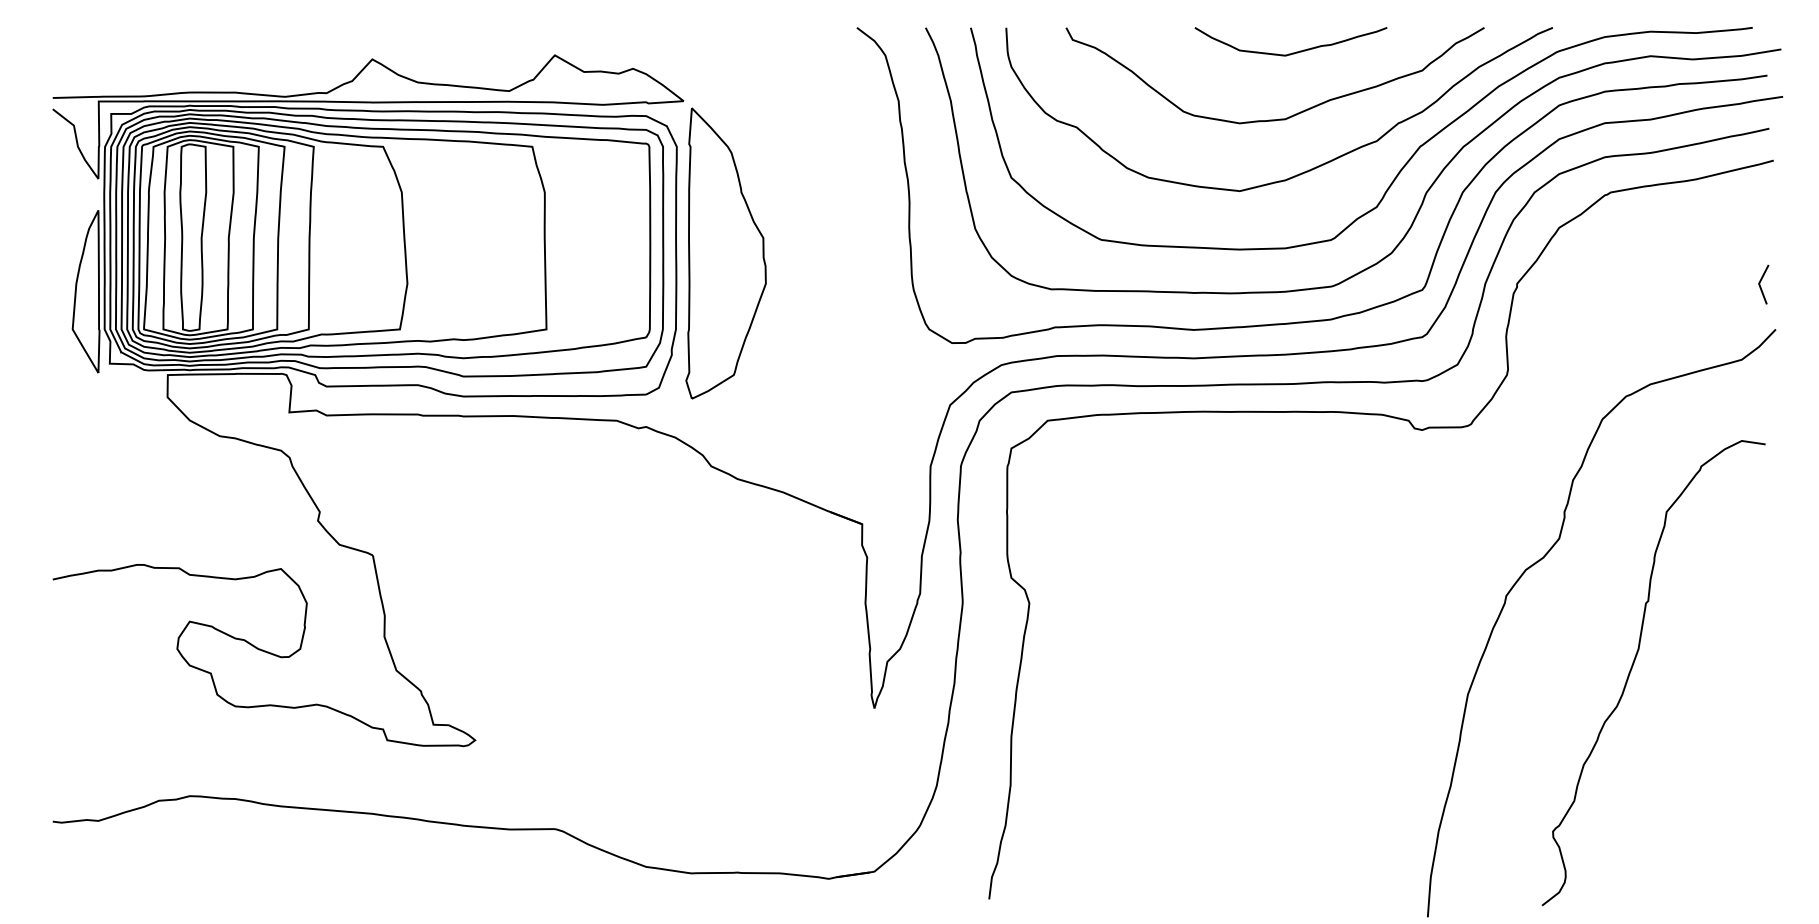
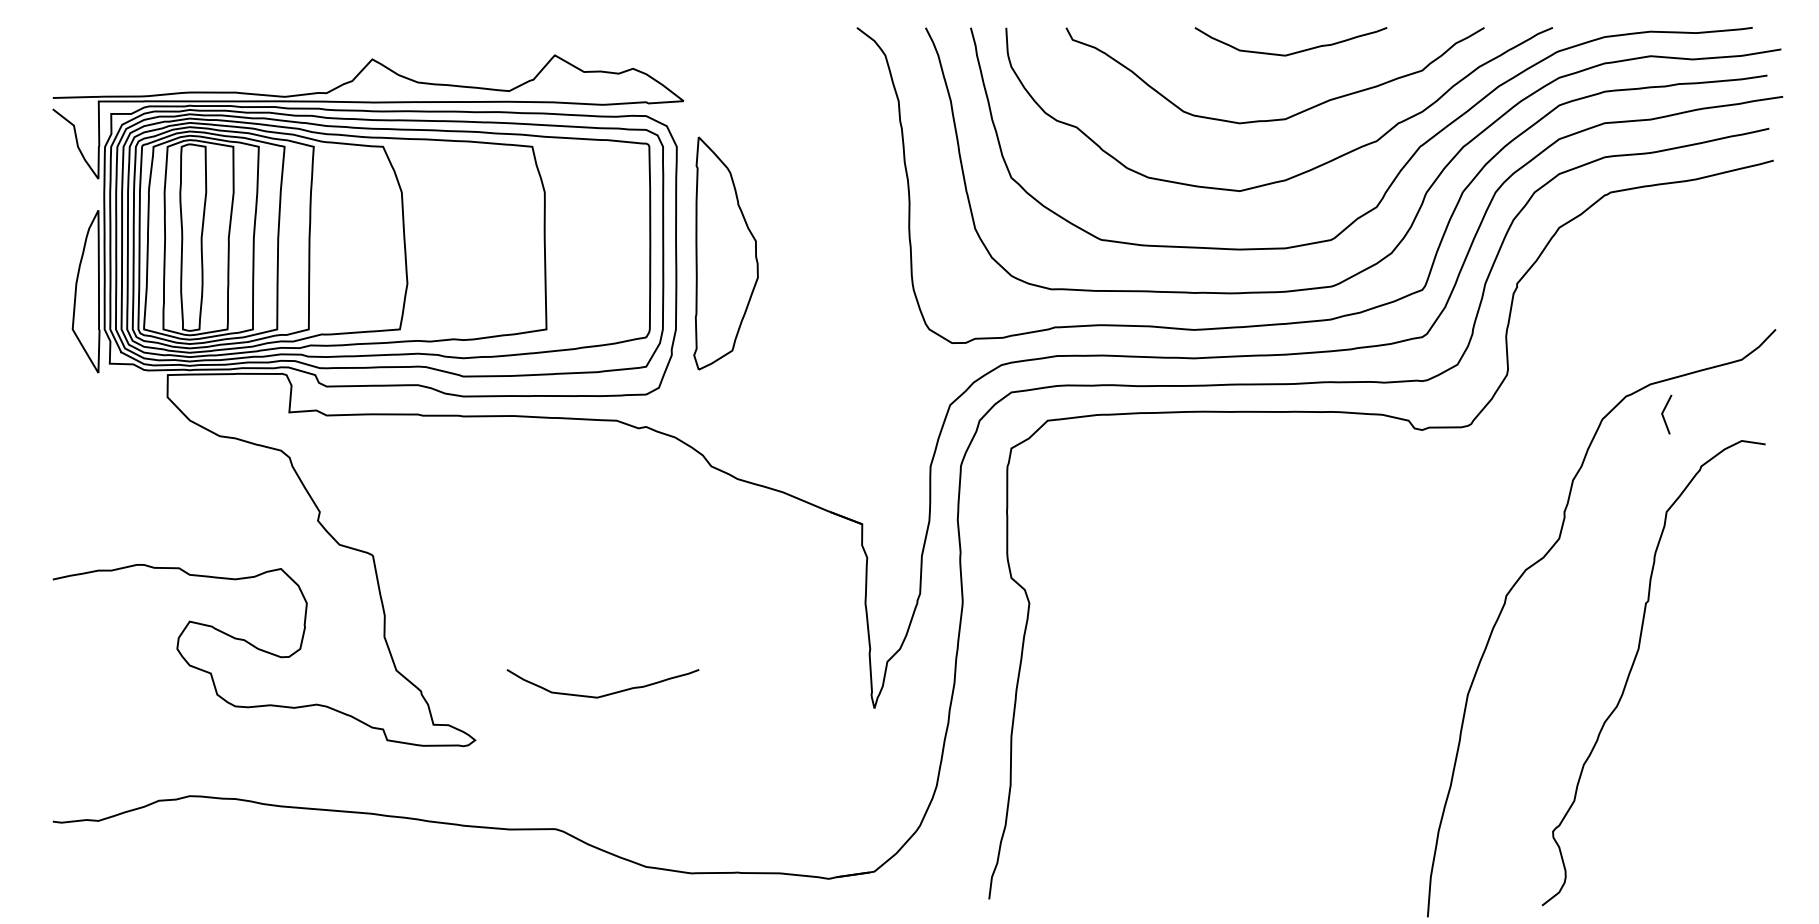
part at (725, 253) size: 82x293 px -> 66x235 px
line at (1761, 286) position: (1761, 286) -> (1664, 416)
curve at (604, 694): none -> present
